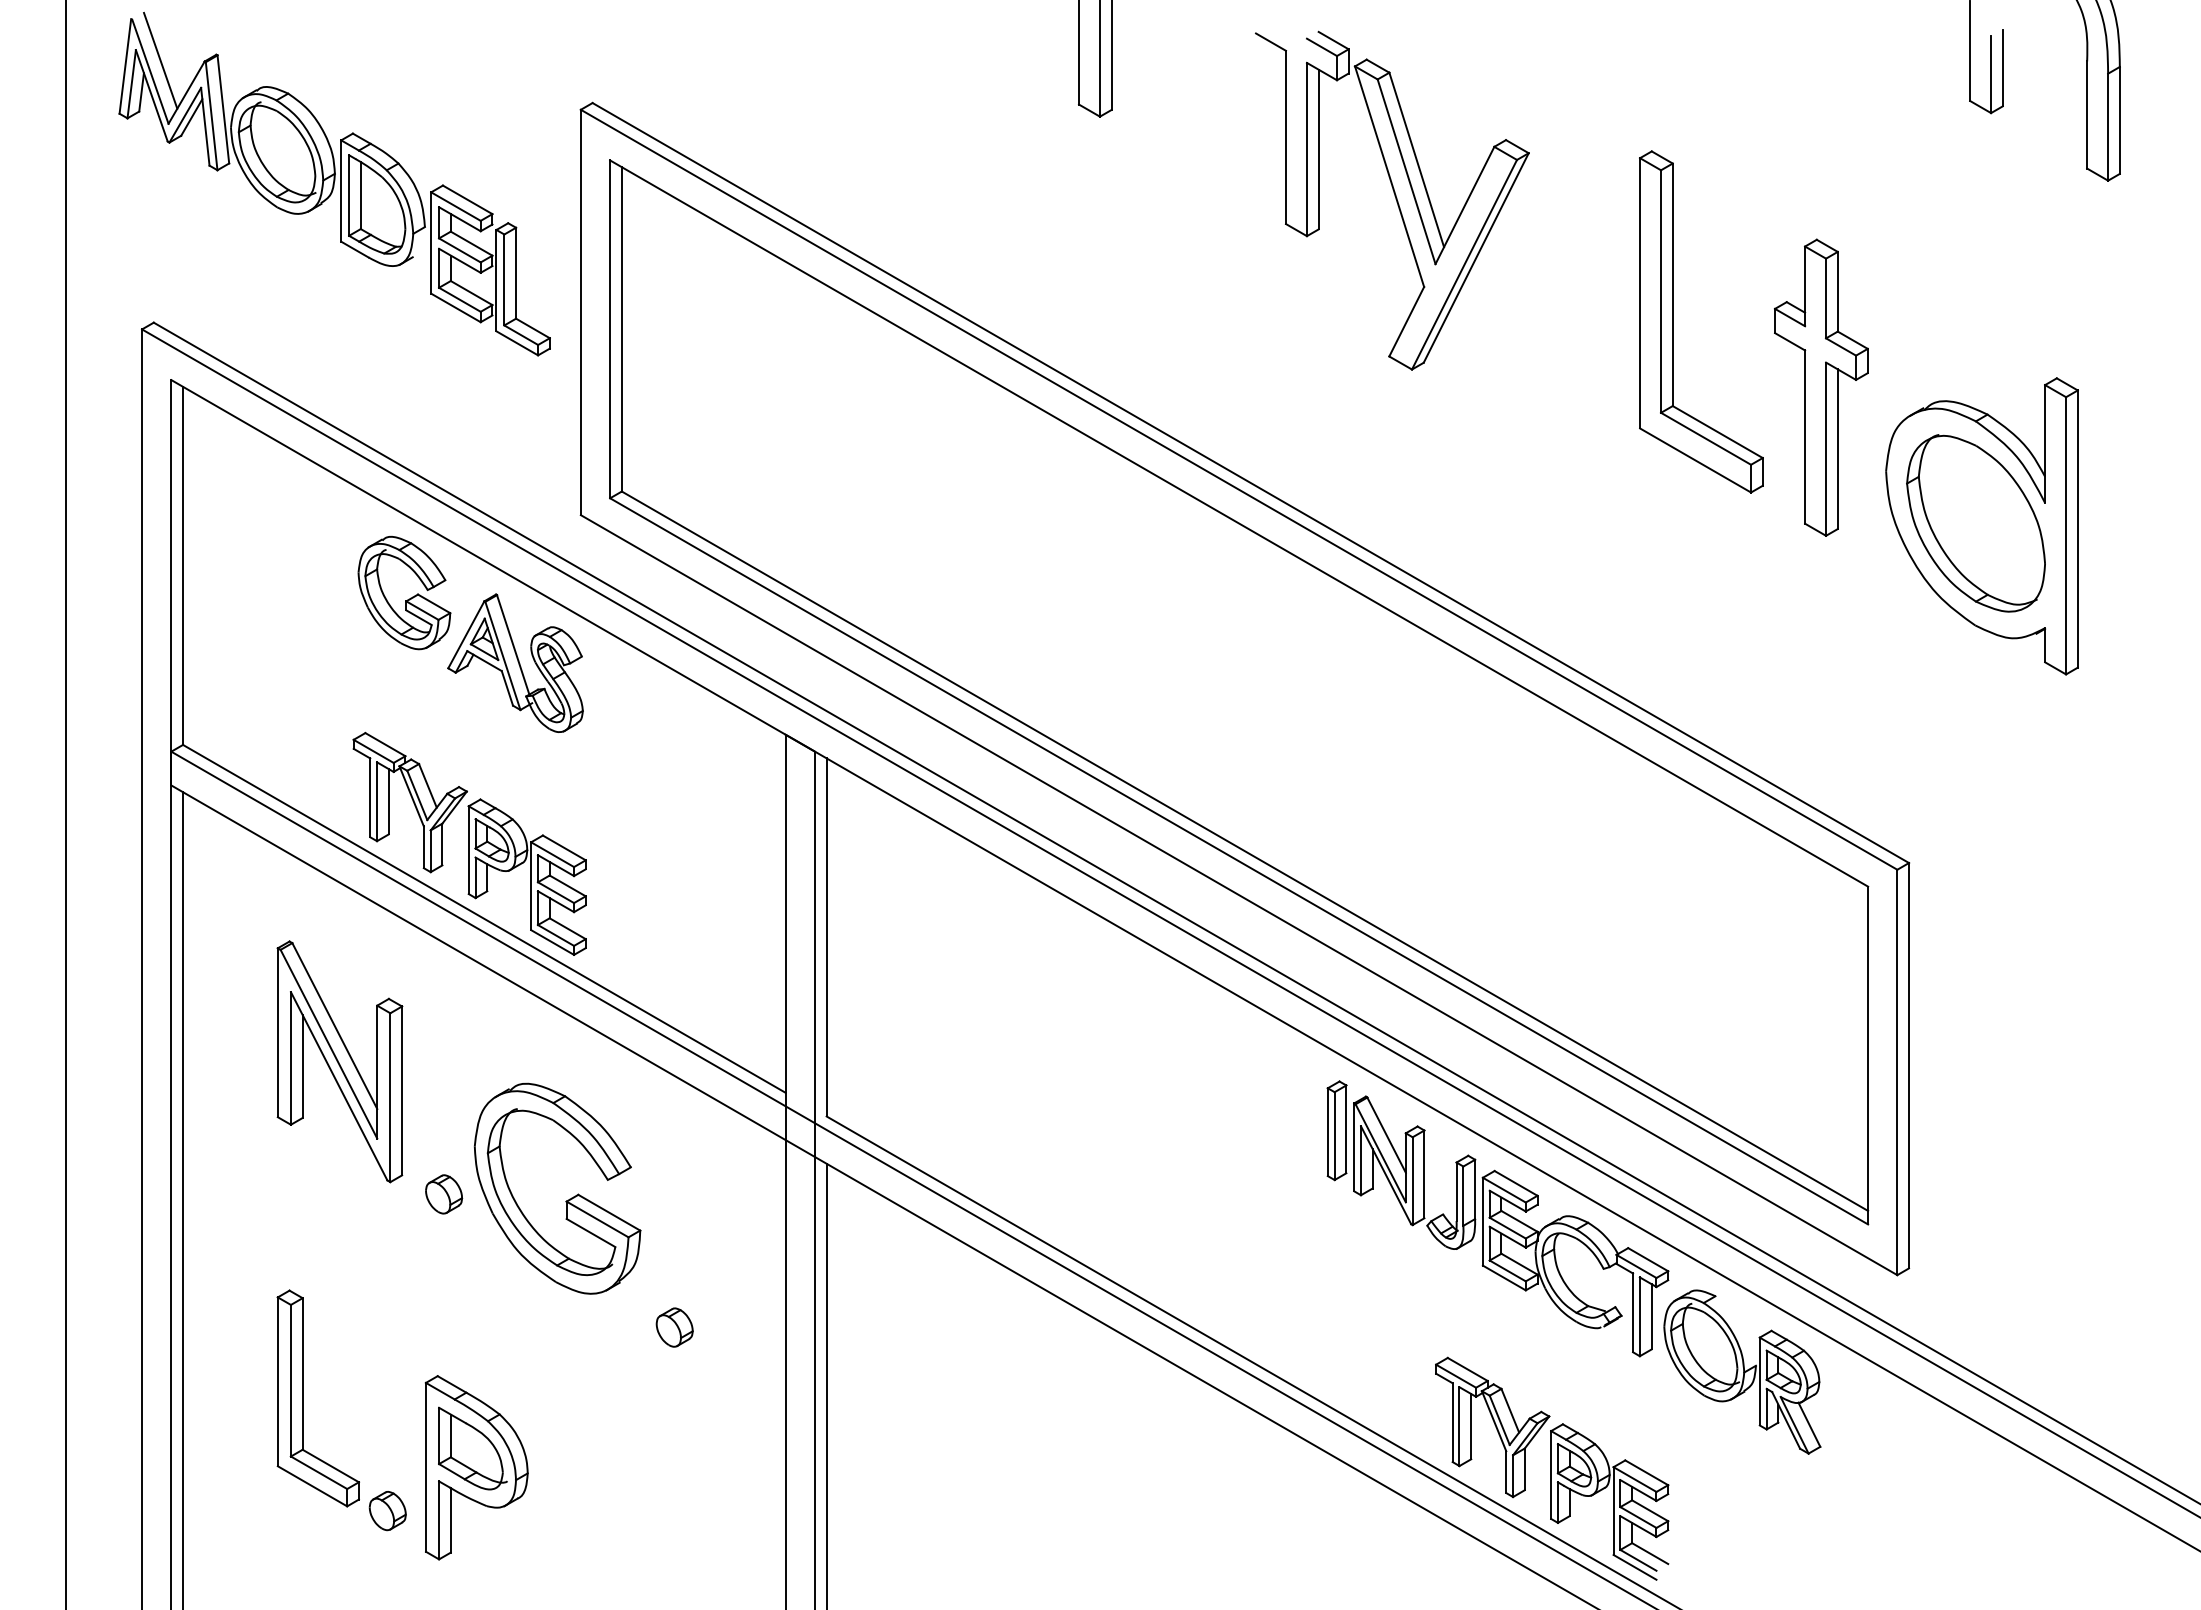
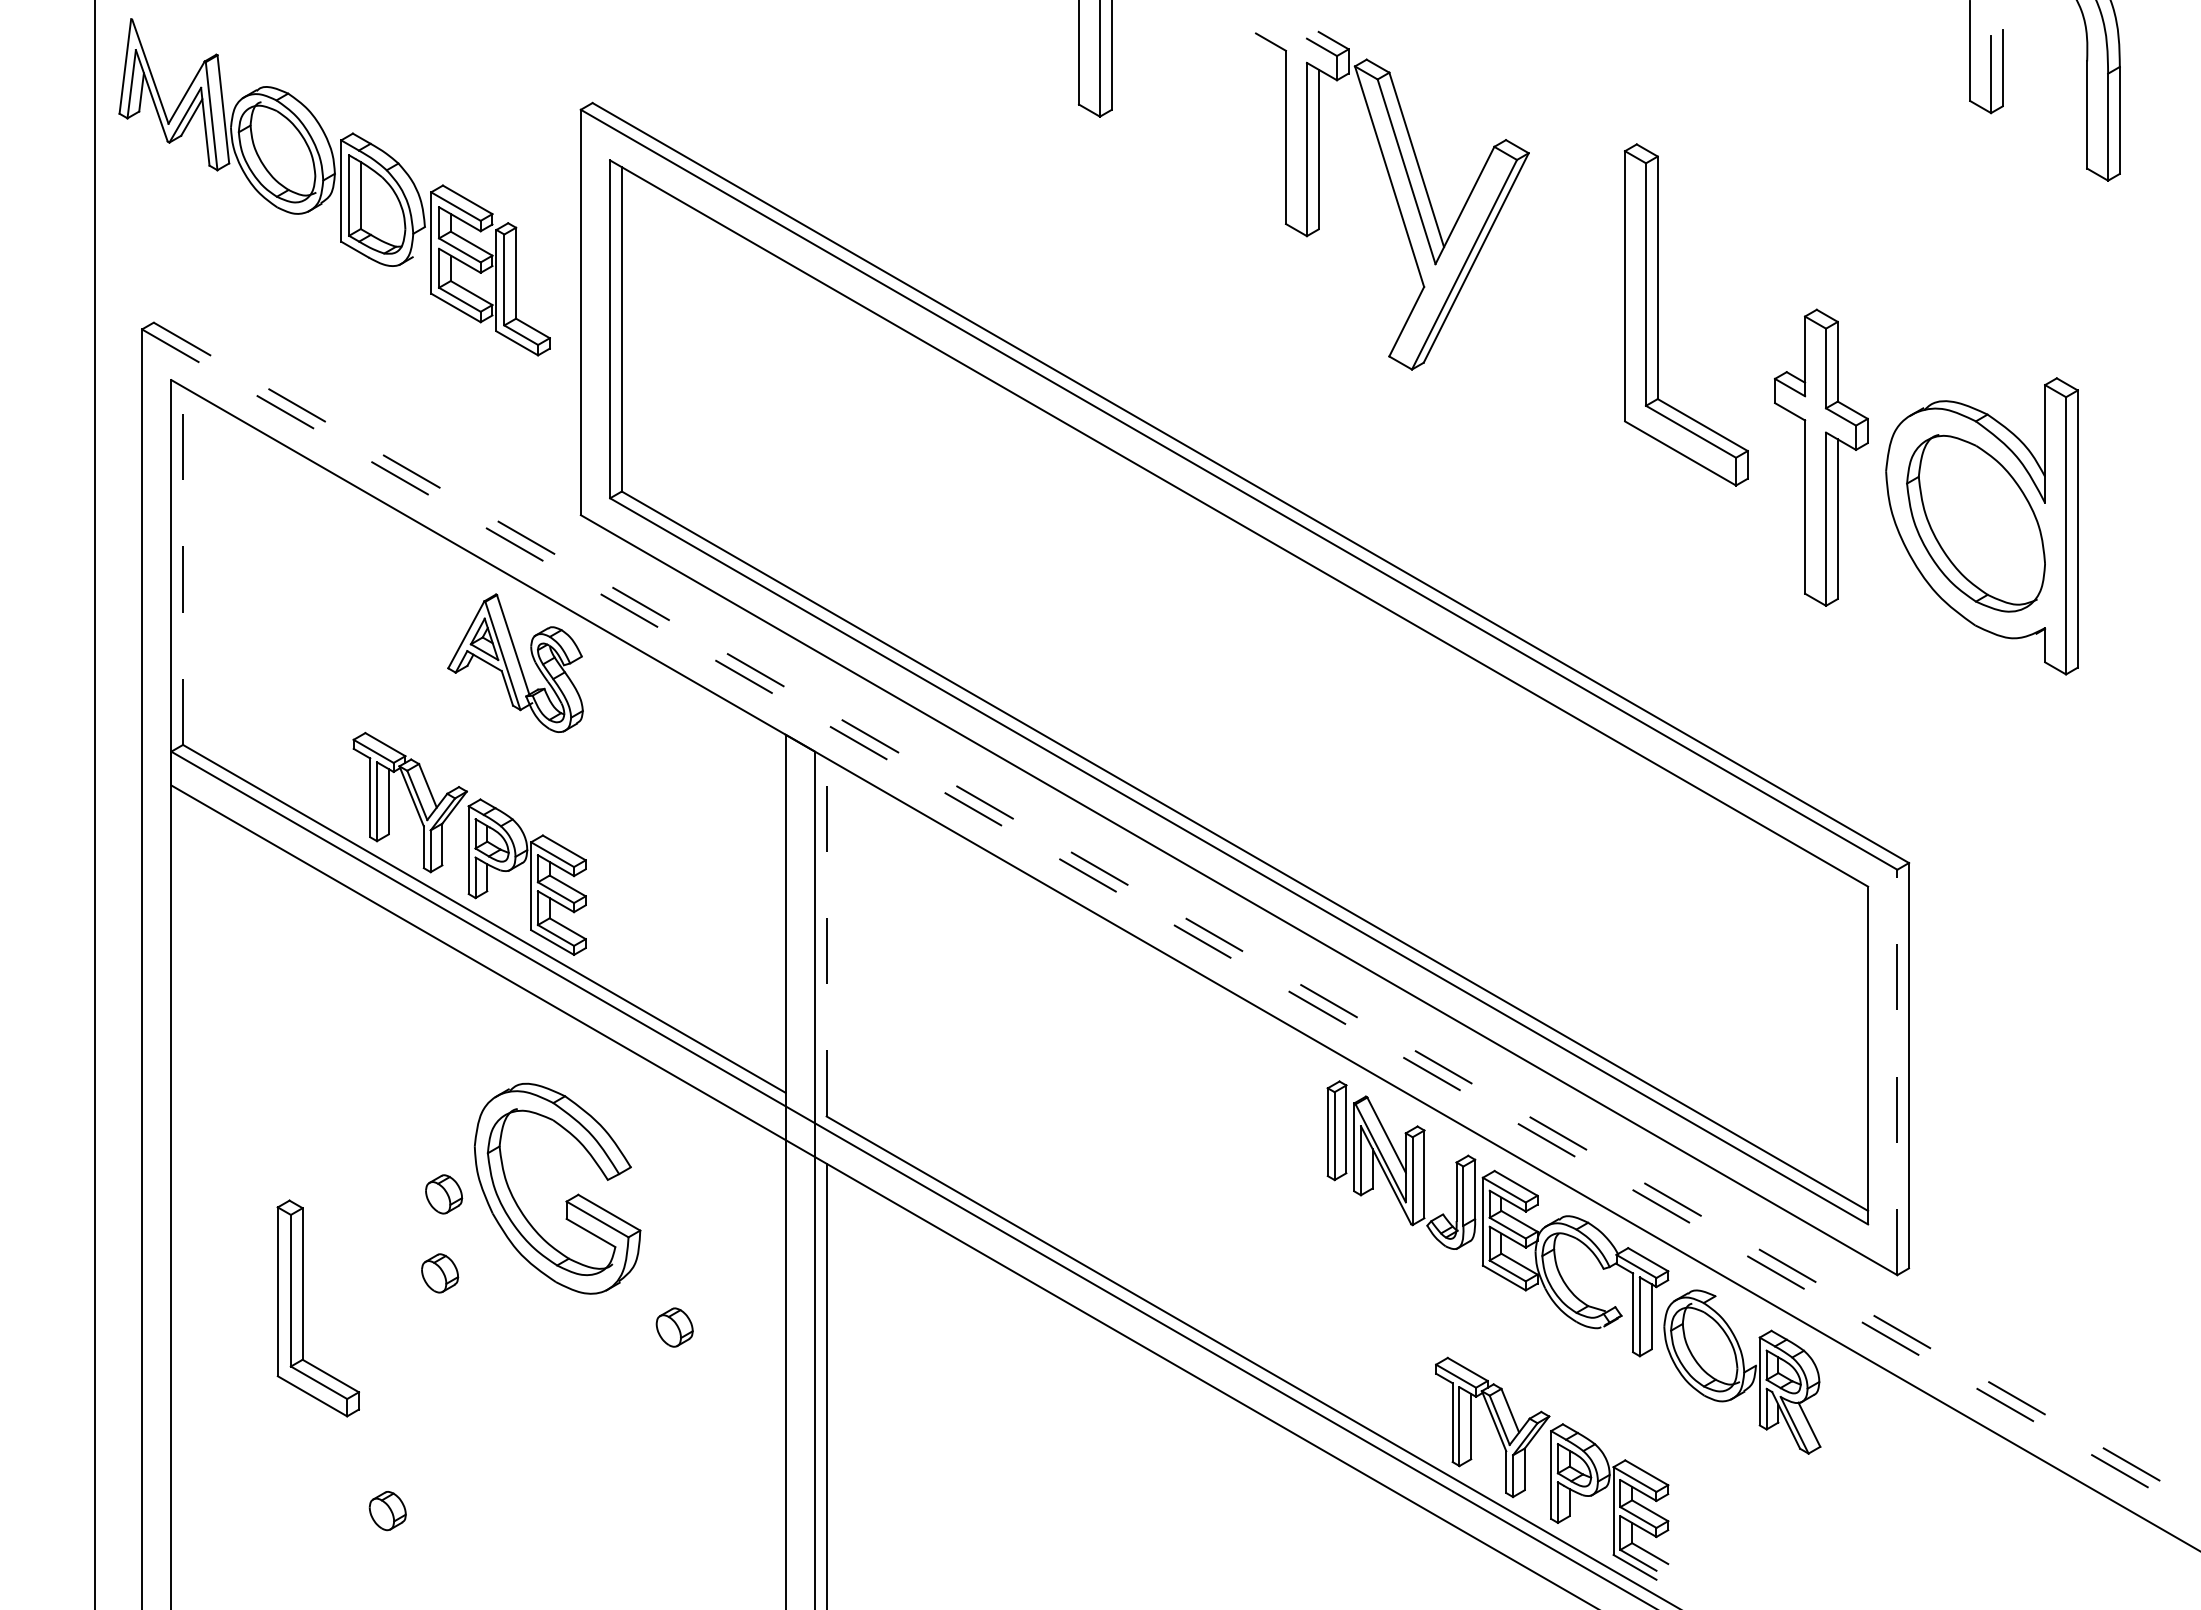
line at (160, 60): present -> none
part at (1673, 321) position: (1673, 321) -> (1658, 314)
part at (1821, 387) position: (1821, 387) -> (1821, 457)
line at (183, 565): solid -> dashed
part at (407, 599): present -> none
line at (66, 804) position: (66, 804) -> (95, 804)
line at (1177, 913): solid -> dashed
line at (1171, 923): solid -> dashed
line at (826, 936): solid -> dashed
part at (339, 1061): present -> none
line at (1897, 1072): solid -> dashed
line at (183, 1199): present -> none
part at (440, 1273): none -> present
part at (303, 1398) position: (303, 1398) -> (303, 1308)
part at (476, 1467): present -> none
